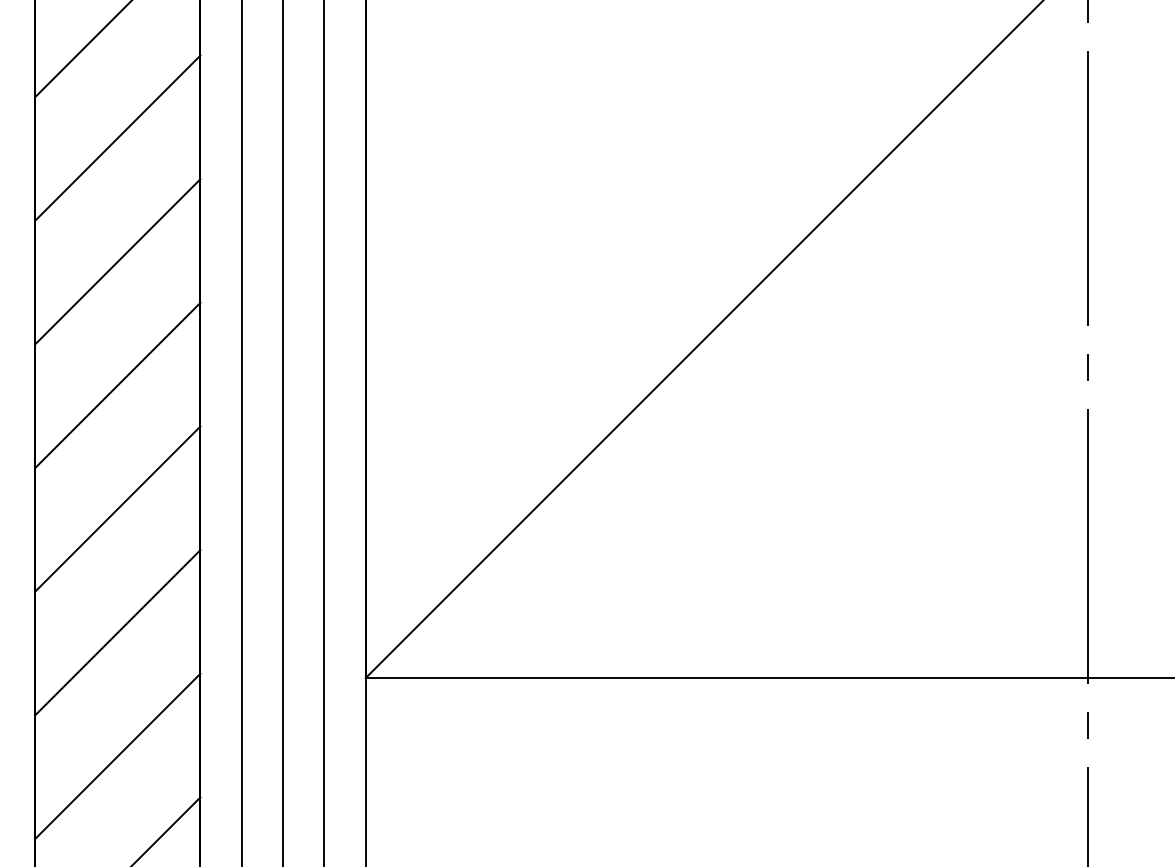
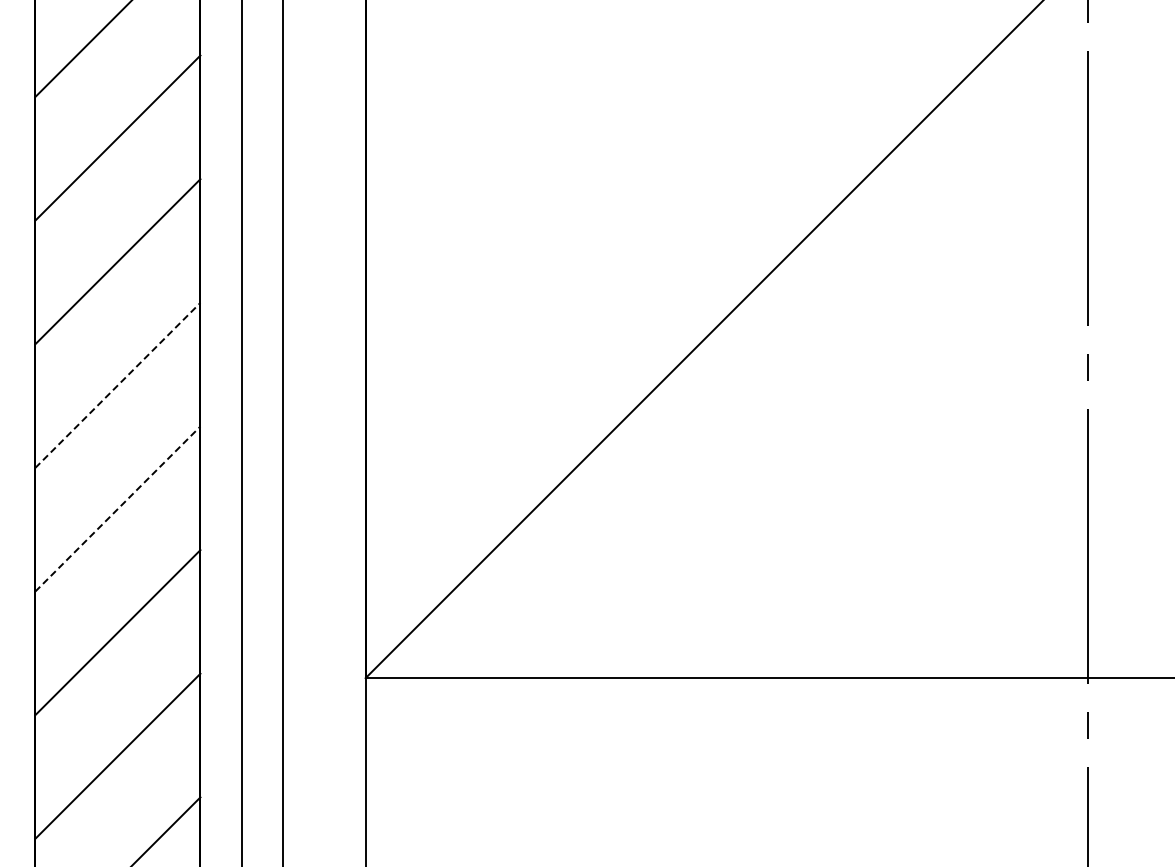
line at (117, 385): solid -> dashed
line at (324, 432): present -> none
line at (117, 509): solid -> dashed
